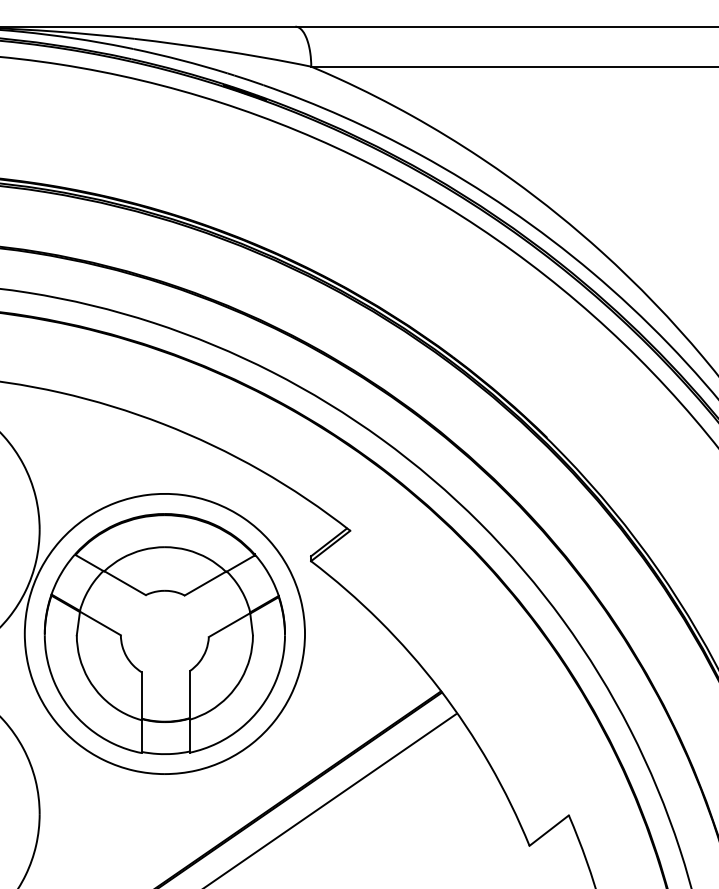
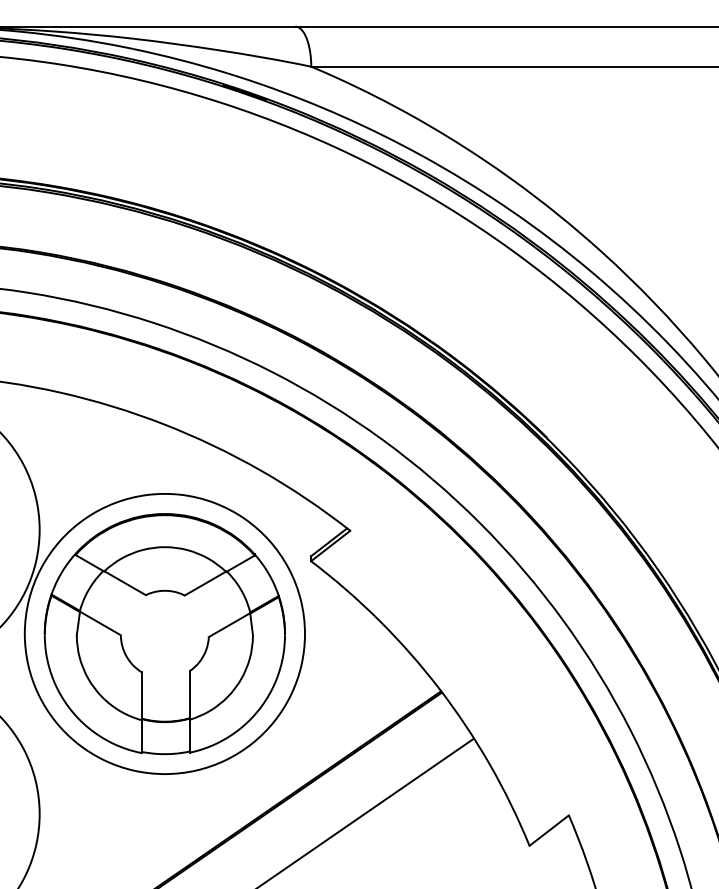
line at (331, 799) position: (331, 799) -> (366, 812)
